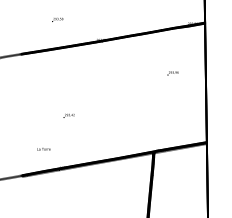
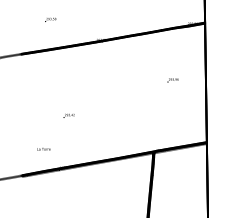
text at (57, 19) position: (57, 19) -> (50, 19)
text at (172, 73) position: (172, 73) -> (172, 80)
